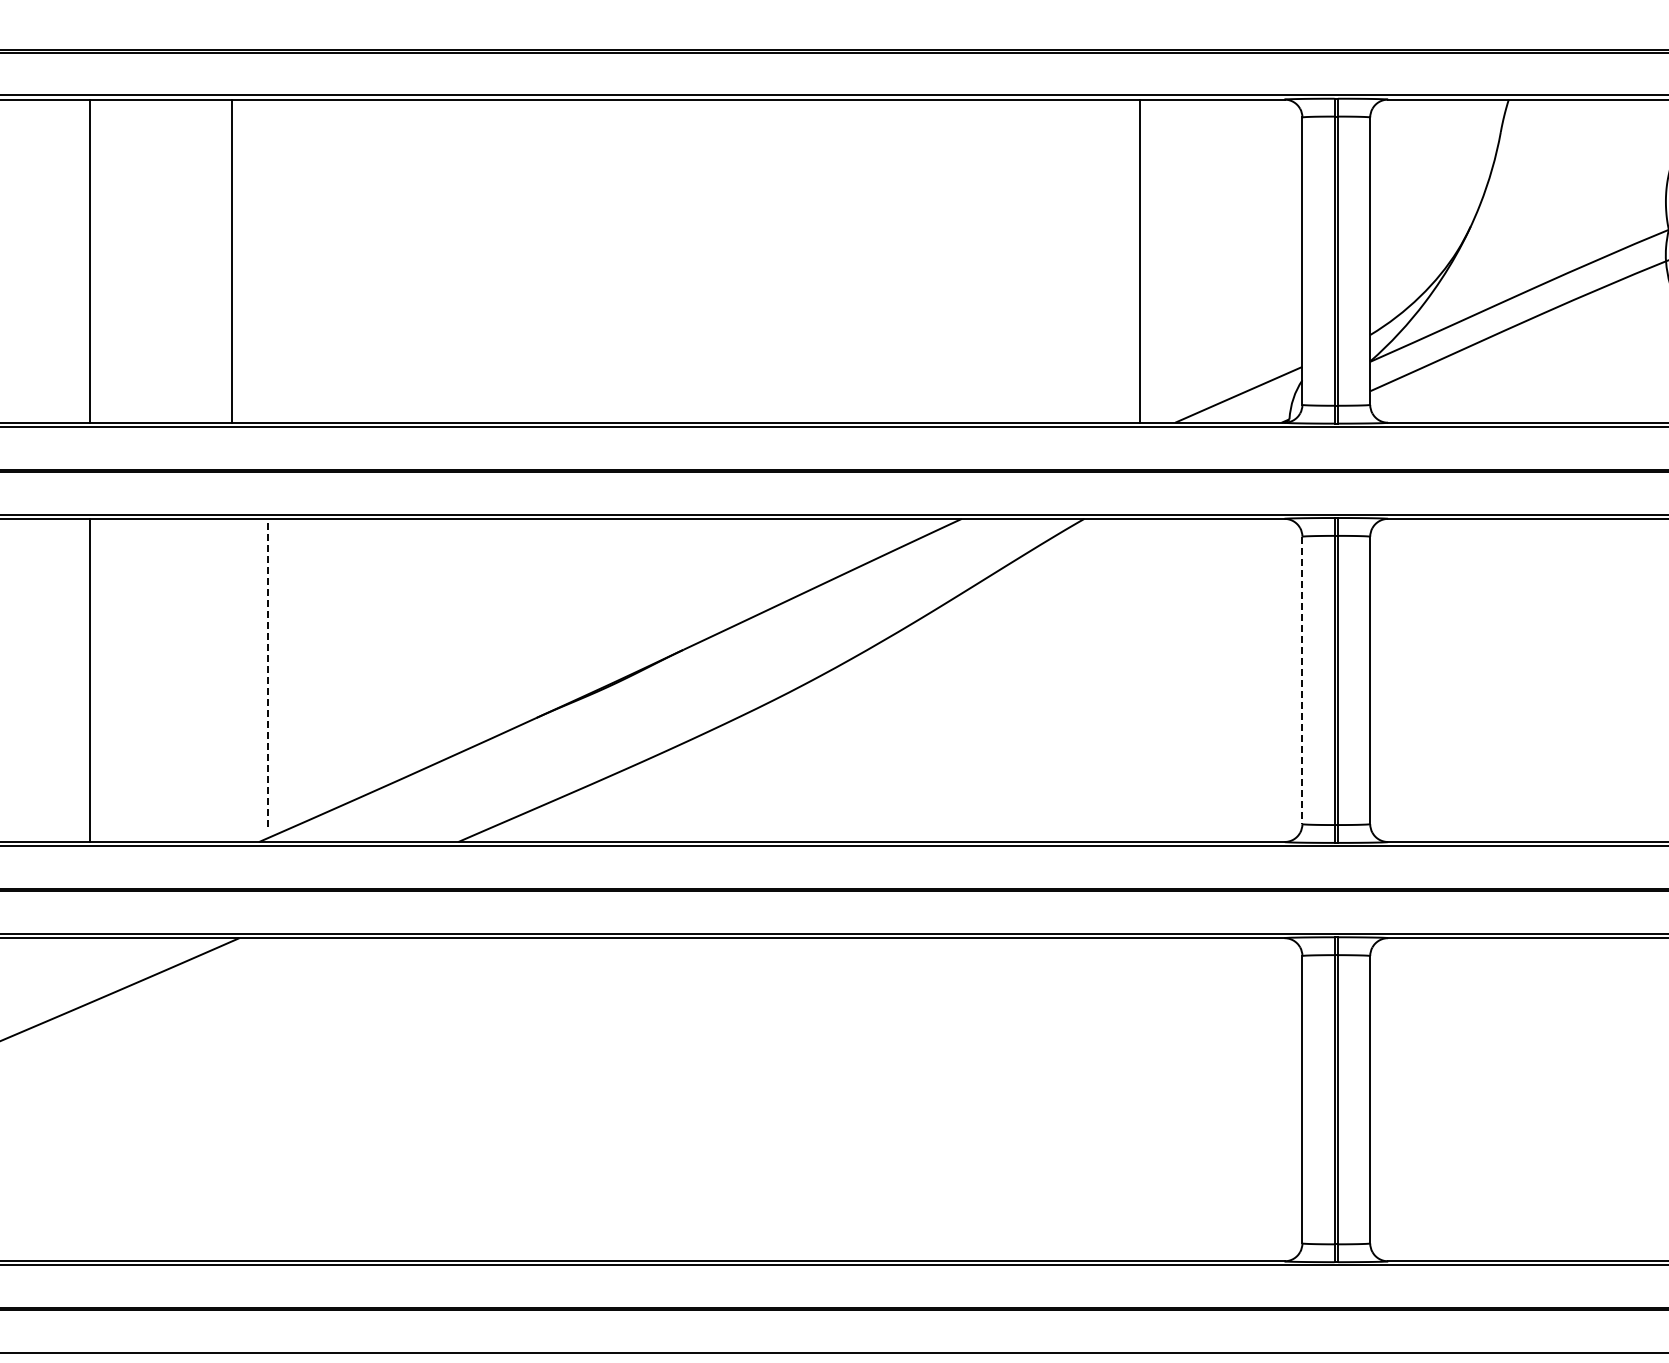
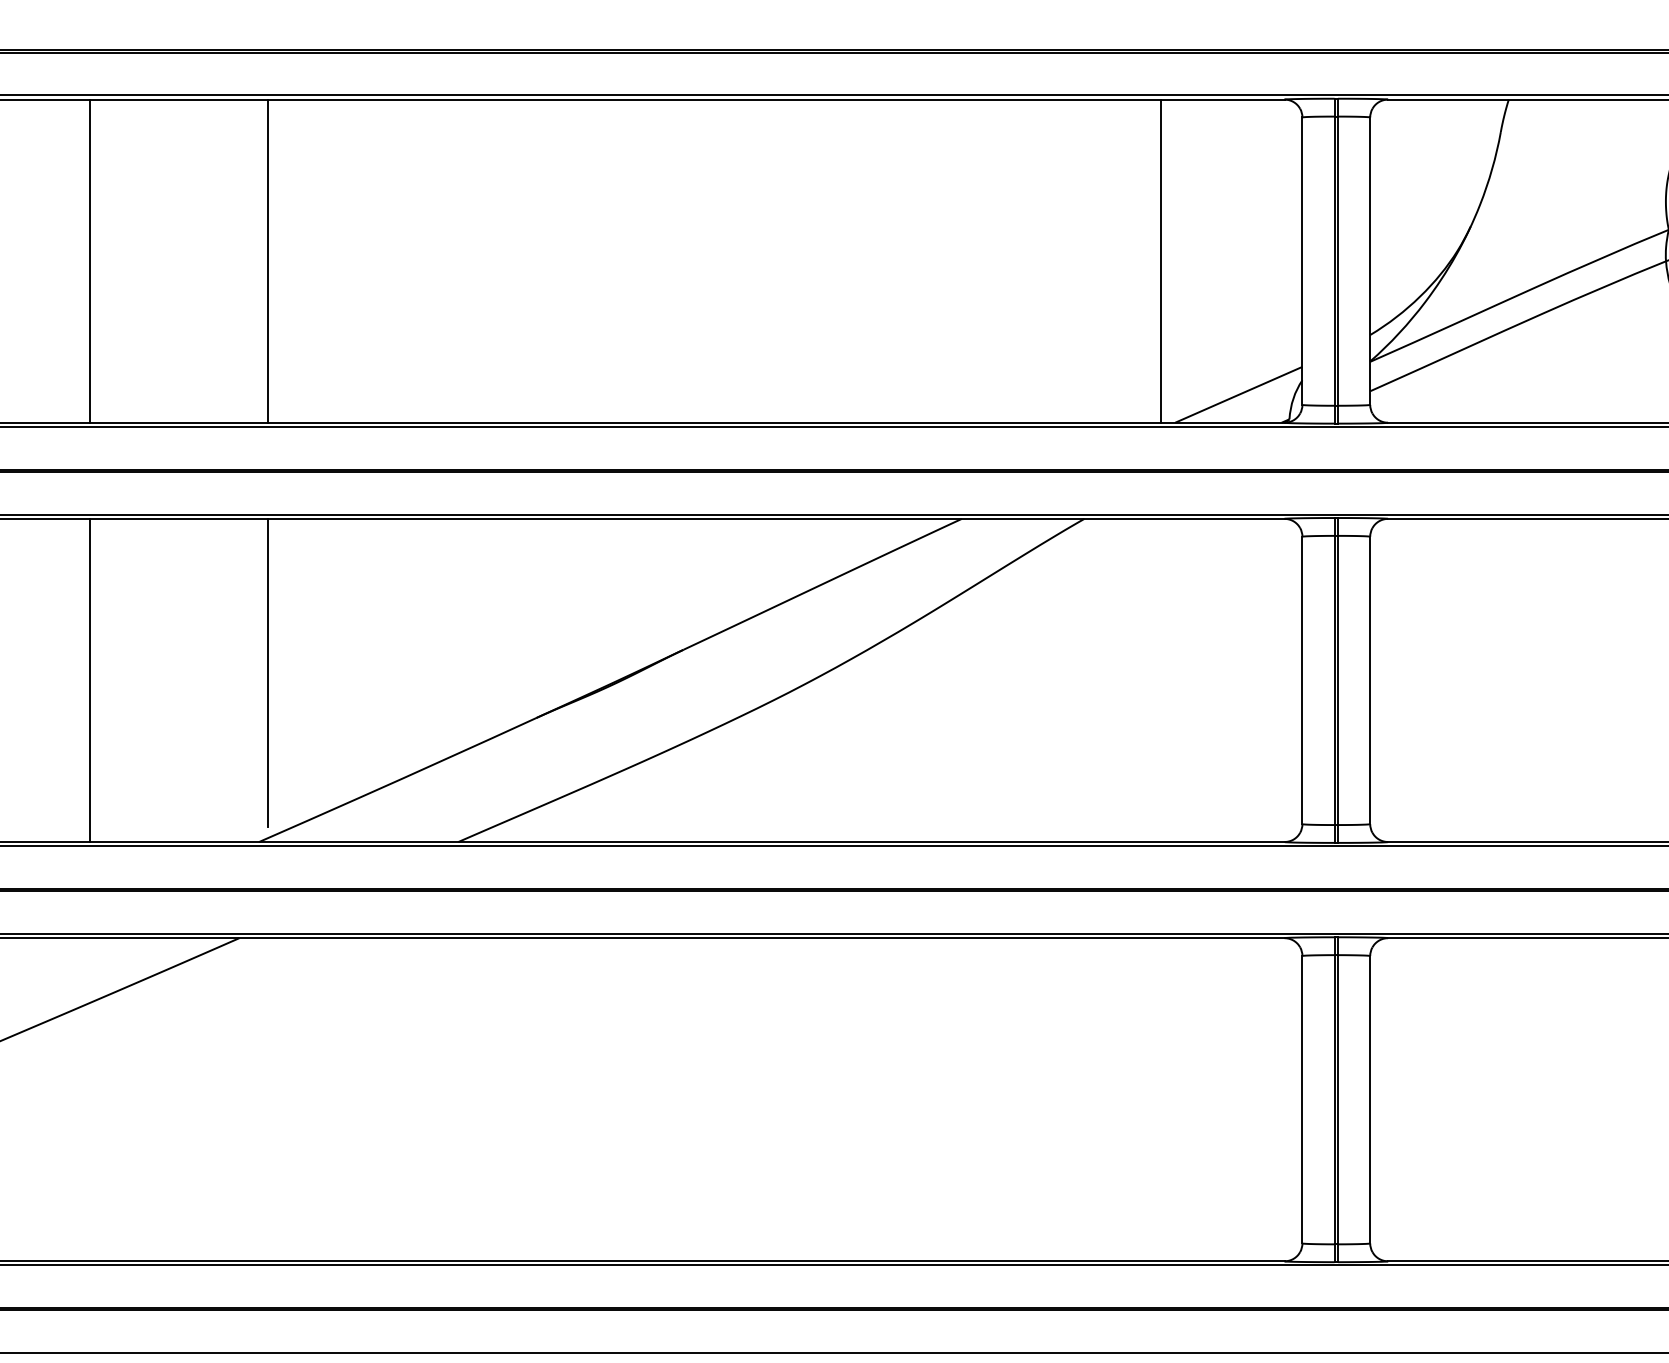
line at (232, 260) position: (232, 260) -> (268, 260)
line at (1140, 260) position: (1140, 260) -> (1161, 260)
line at (268, 672): dashed -> solid
line at (1302, 680): dashed -> solid
